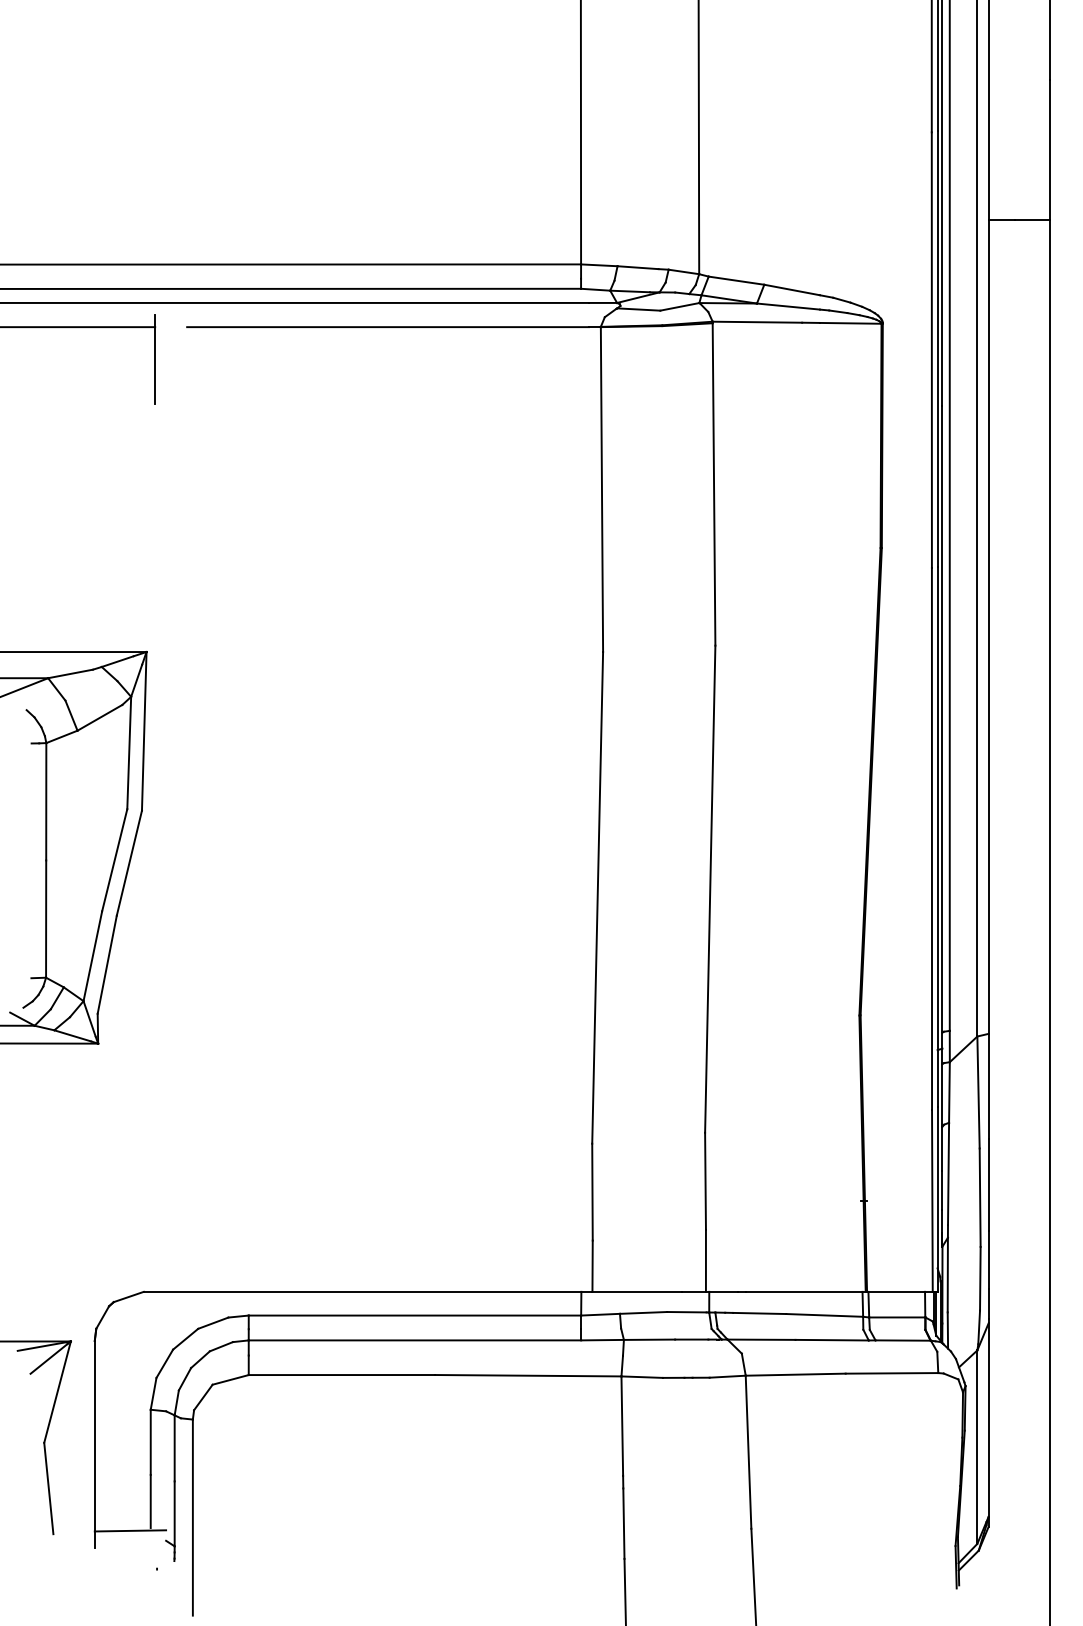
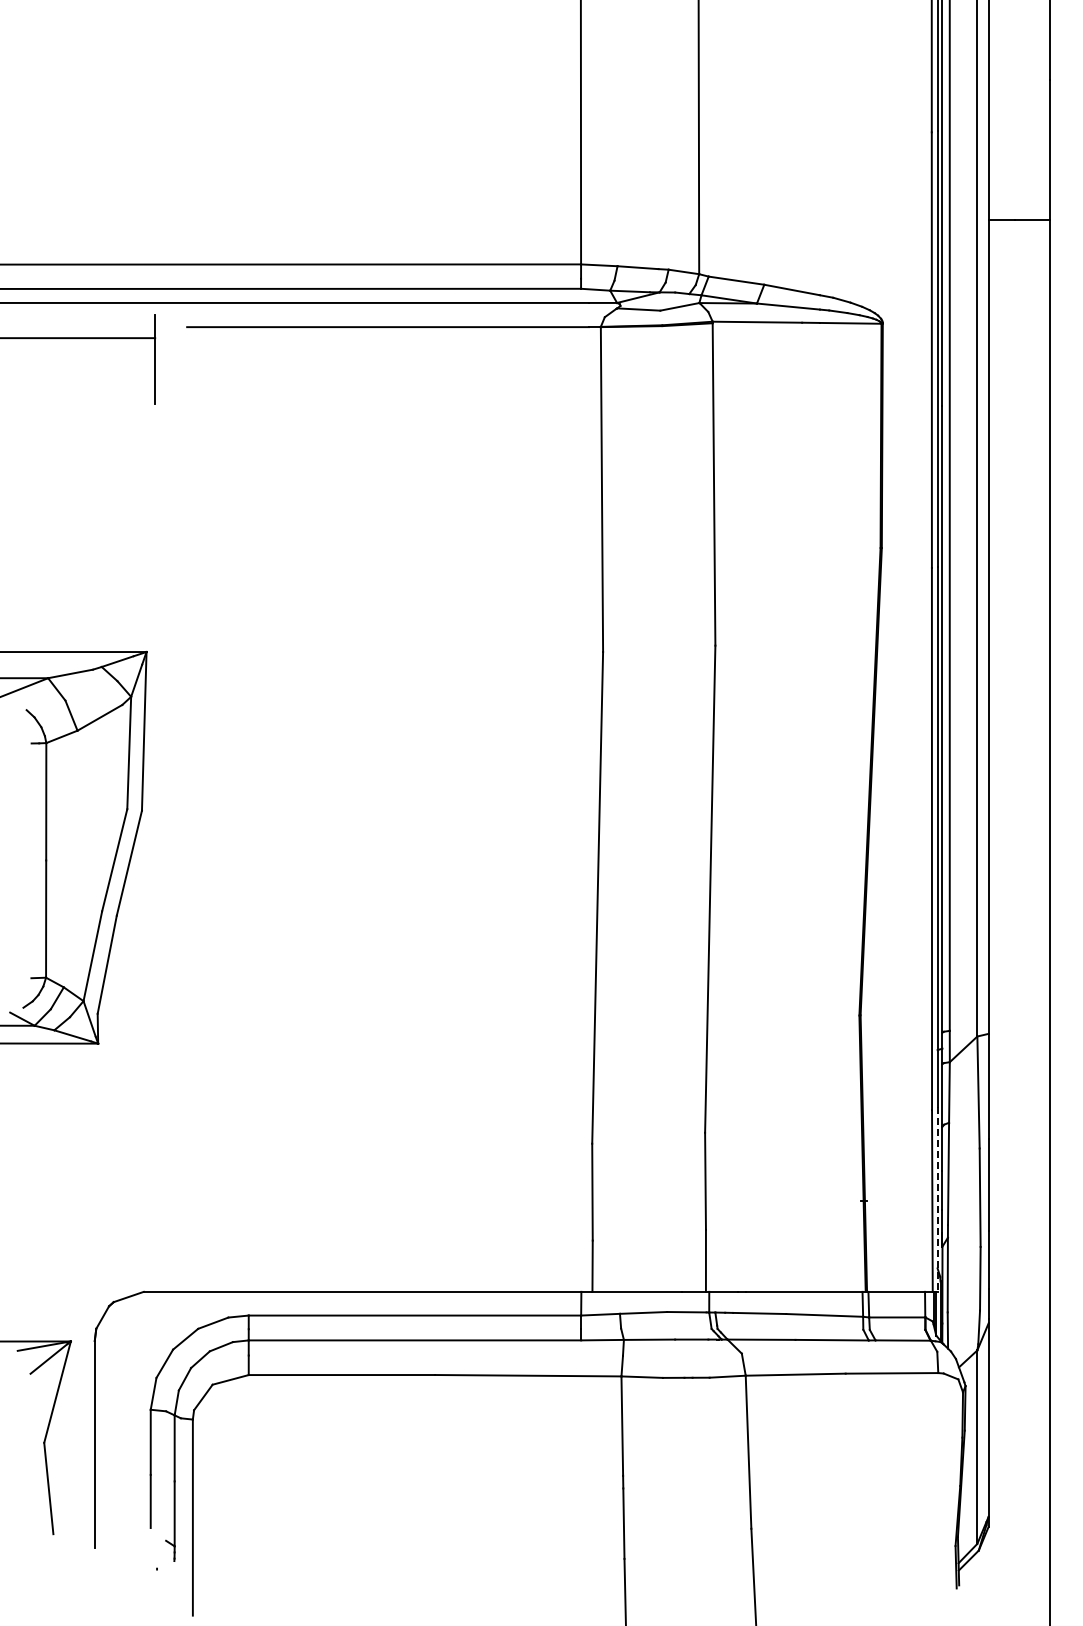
line at (78, 327) position: (78, 327) -> (78, 338)
line at (937, 1199): solid -> dashed
line at (130, 1530): present -> none
